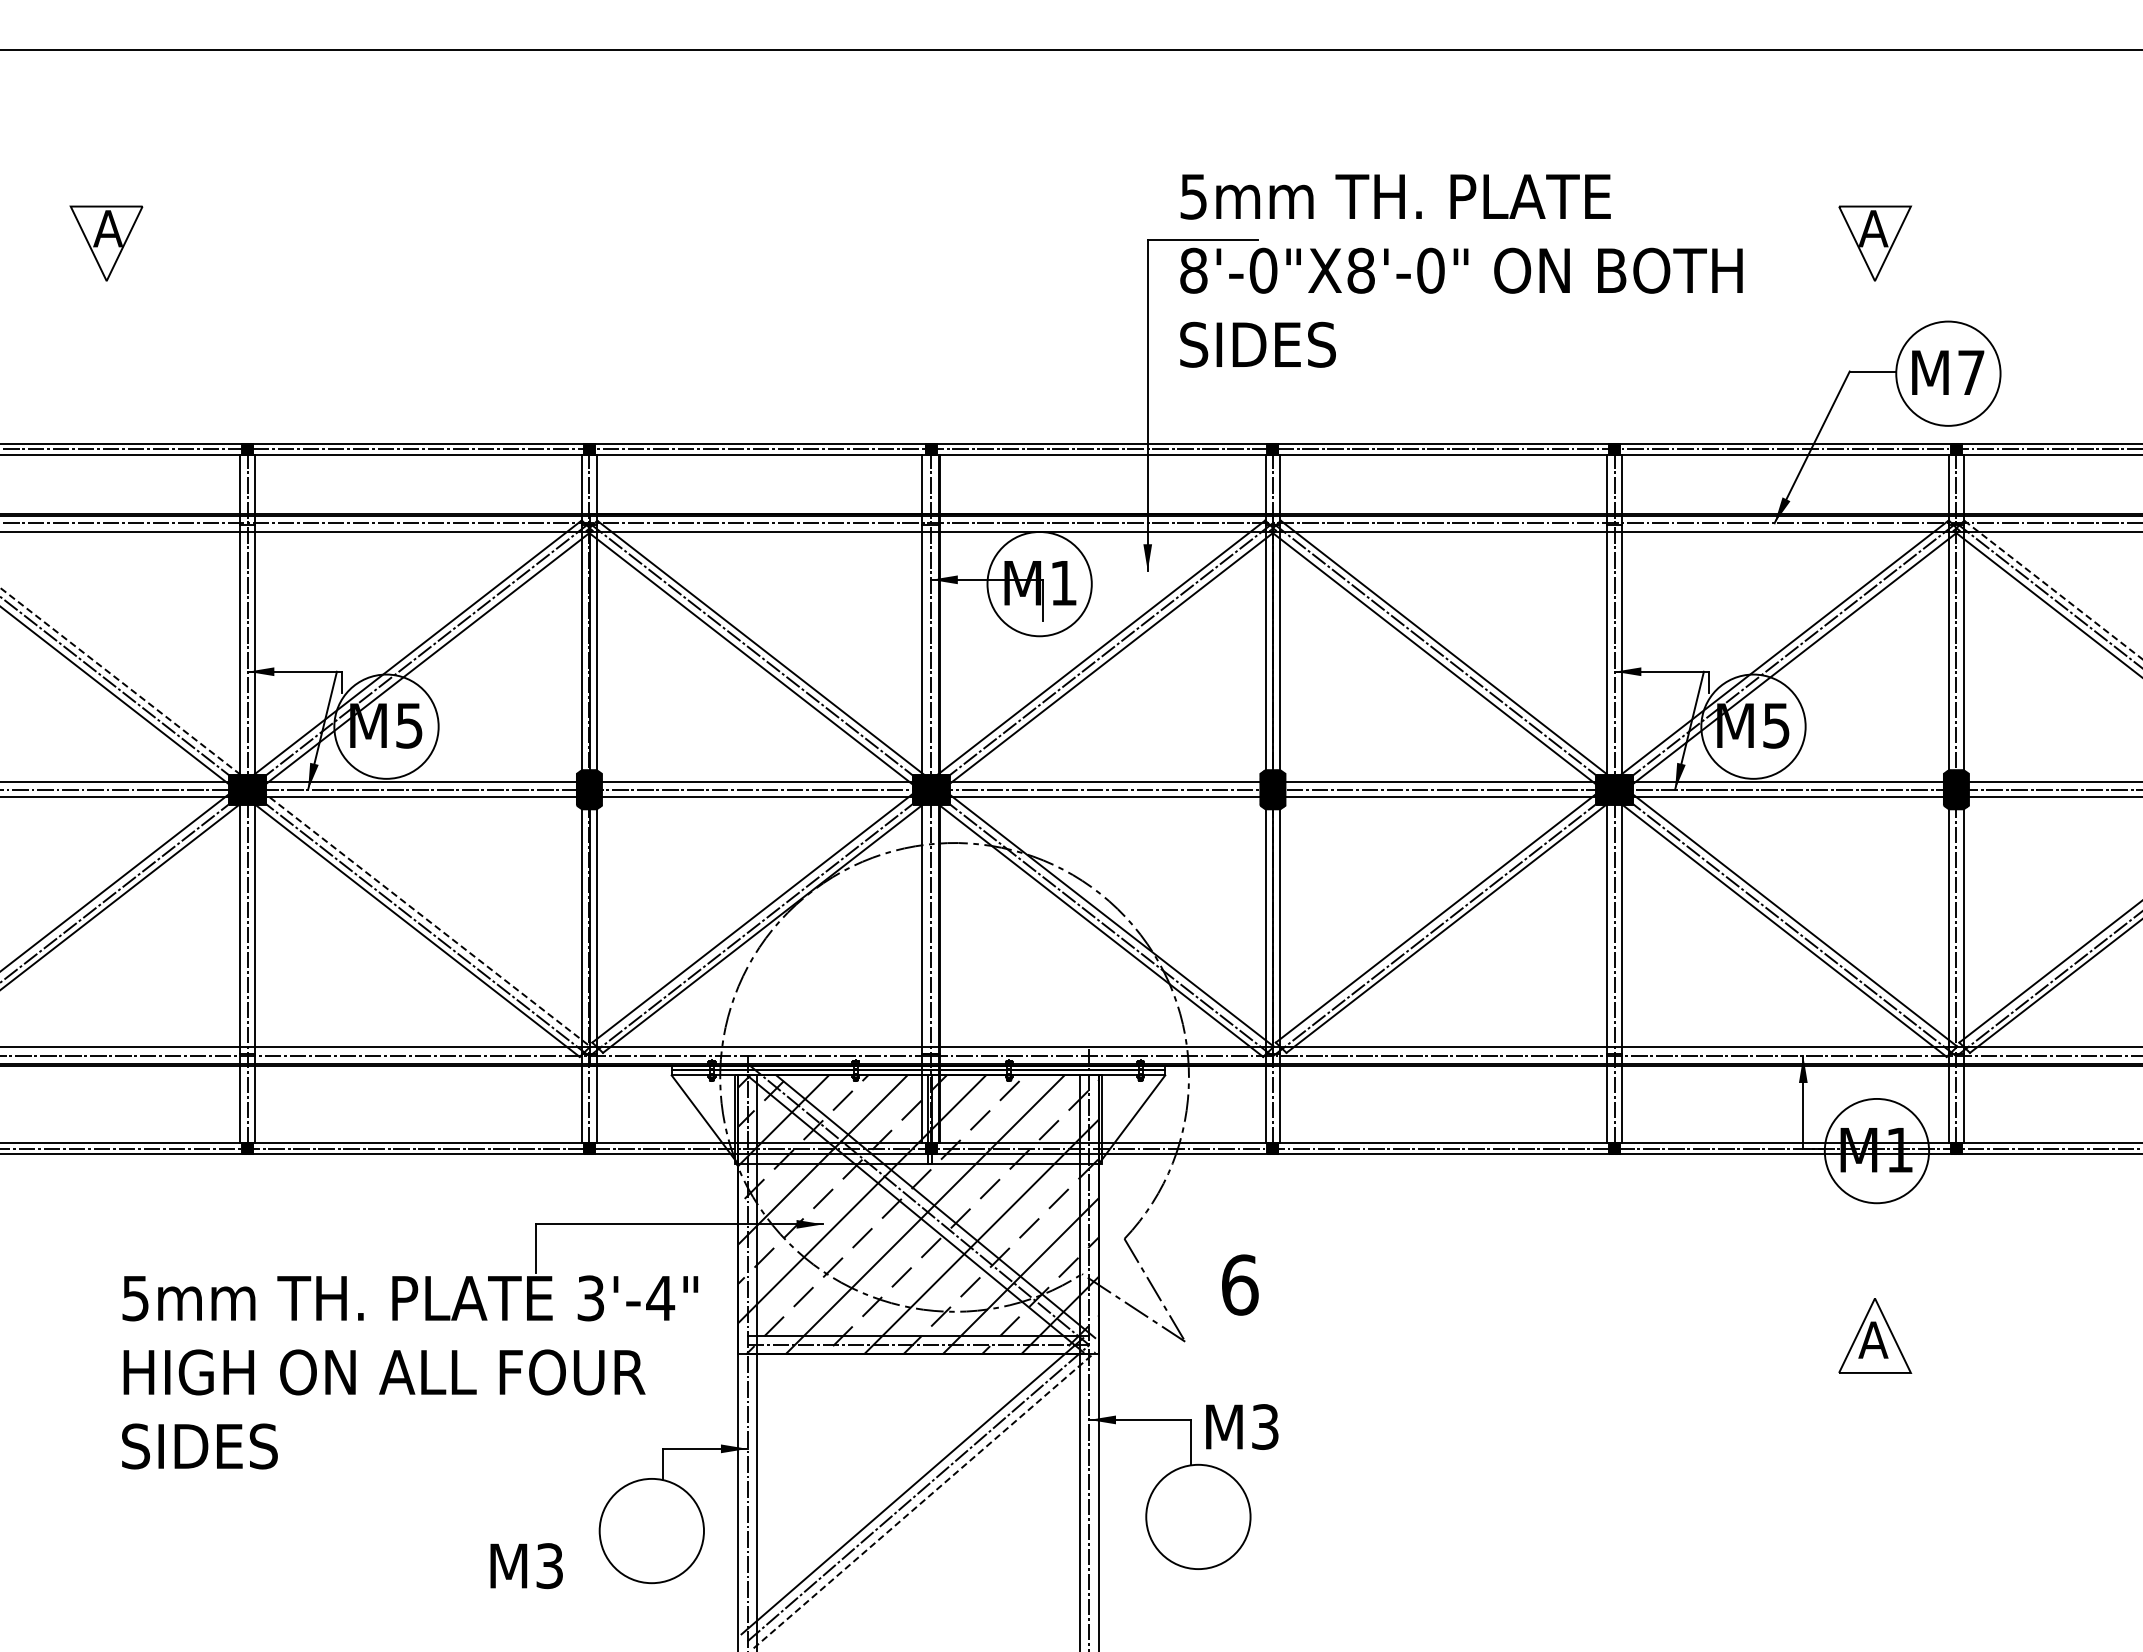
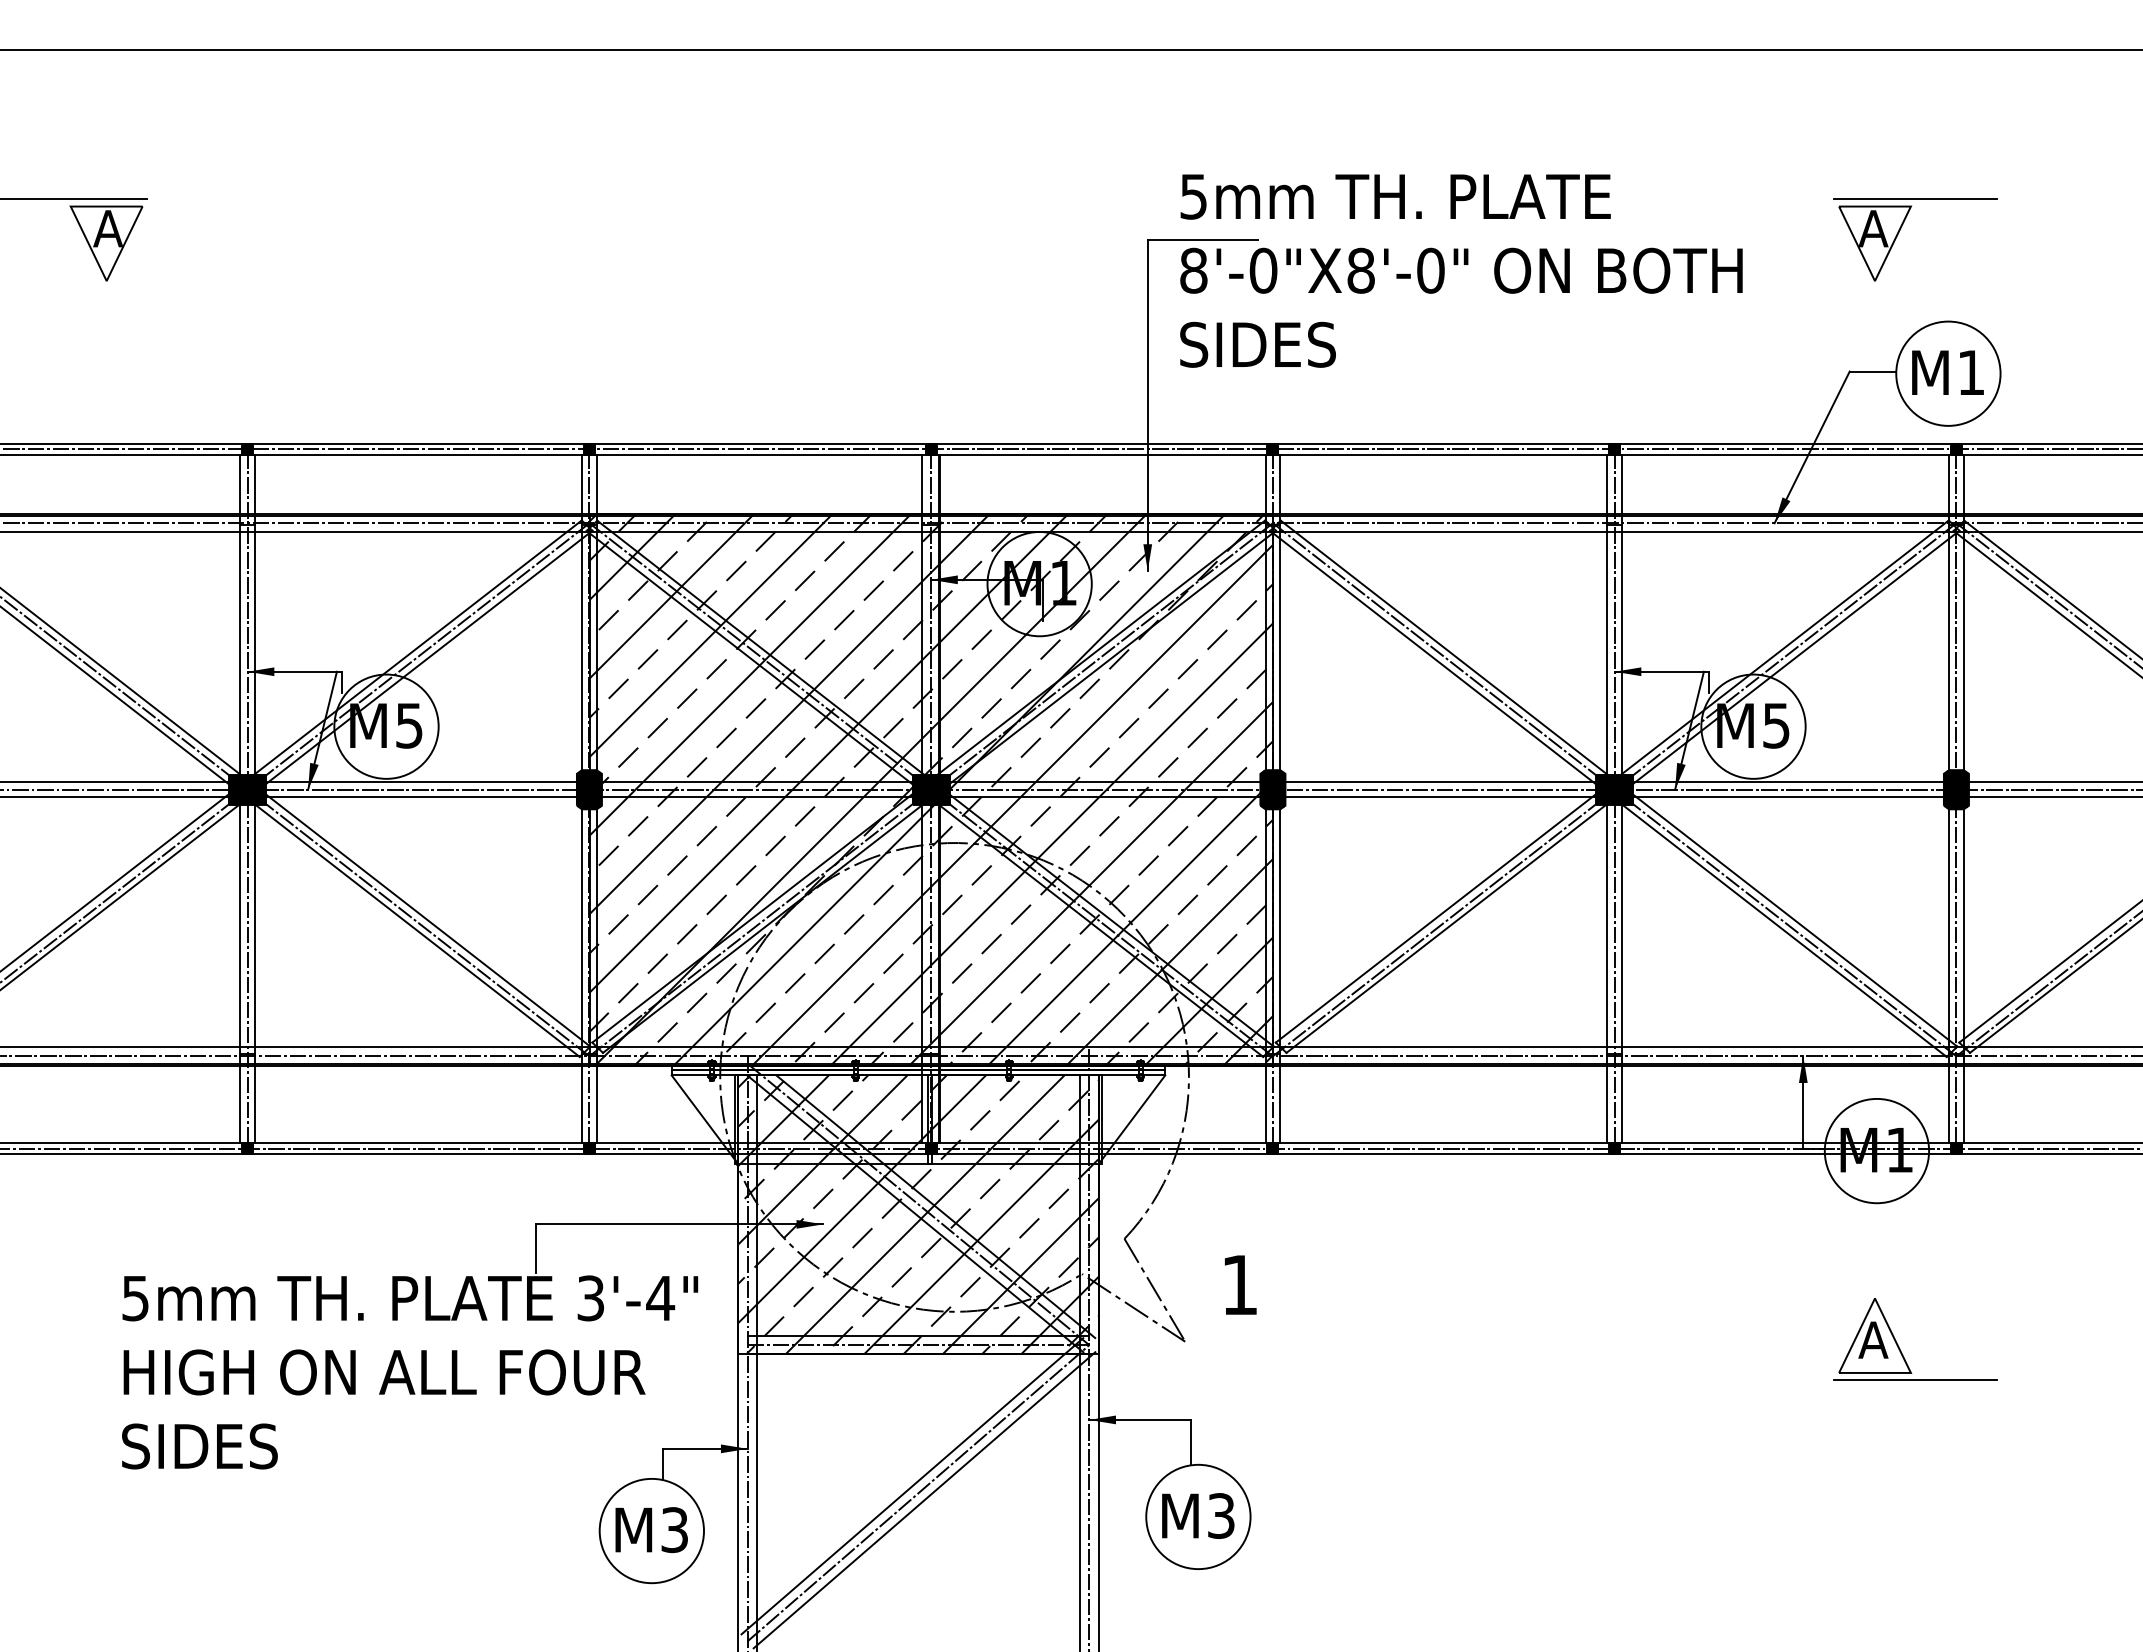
line at (74, 199): none -> present
line at (1915, 199): none -> present
text at (1971, 372): M7 -> M1
line at (2053, 590): dashed -> solid
hatch at (930, 789): none -> present
line at (295, 817): dashed -> solid
text at (1240, 1284): 6 -> 1
line at (1915, 1380): none -> present
text at (1242, 1426) position: (1242, 1426) -> (1198, 1515)
line at (924, 1499): dashed -> solid
text at (526, 1566) position: (526, 1566) -> (651, 1530)
